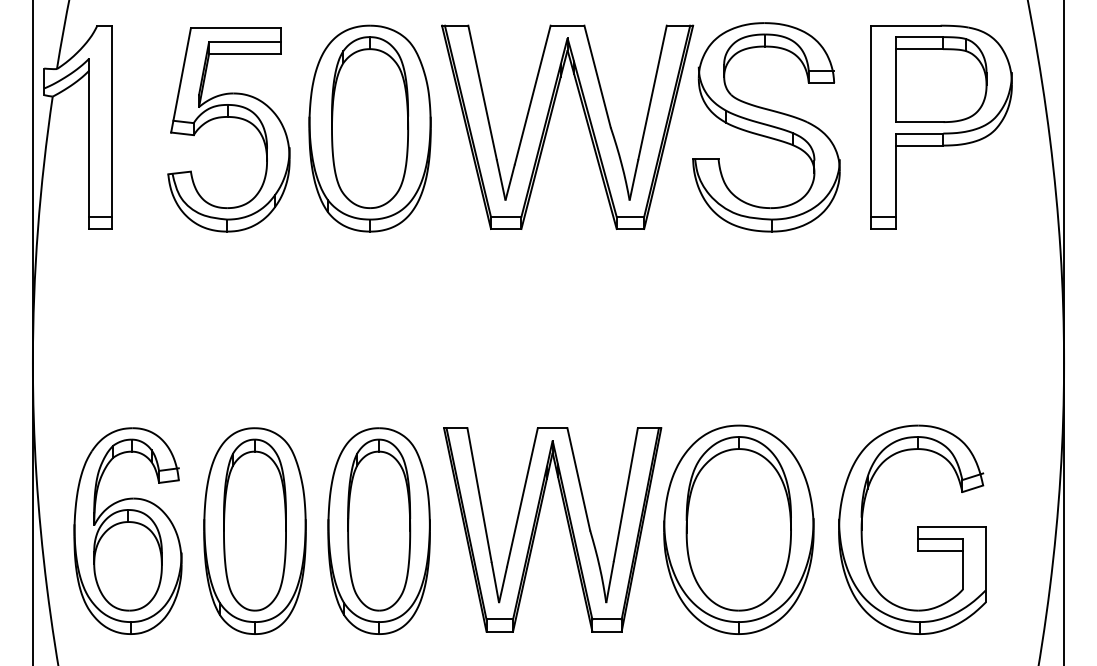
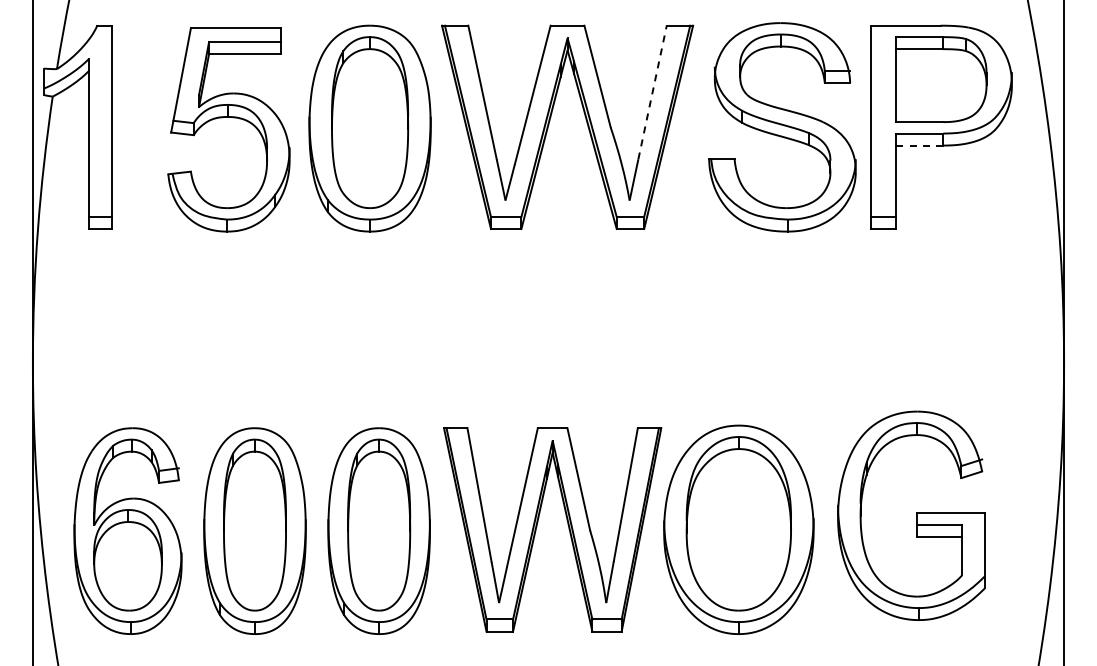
line at (652, 92): solid -> dashed
part at (766, 127) position: (766, 127) -> (782, 127)
line at (919, 145): solid -> dashed
part at (912, 529) position: (912, 529) -> (911, 515)
